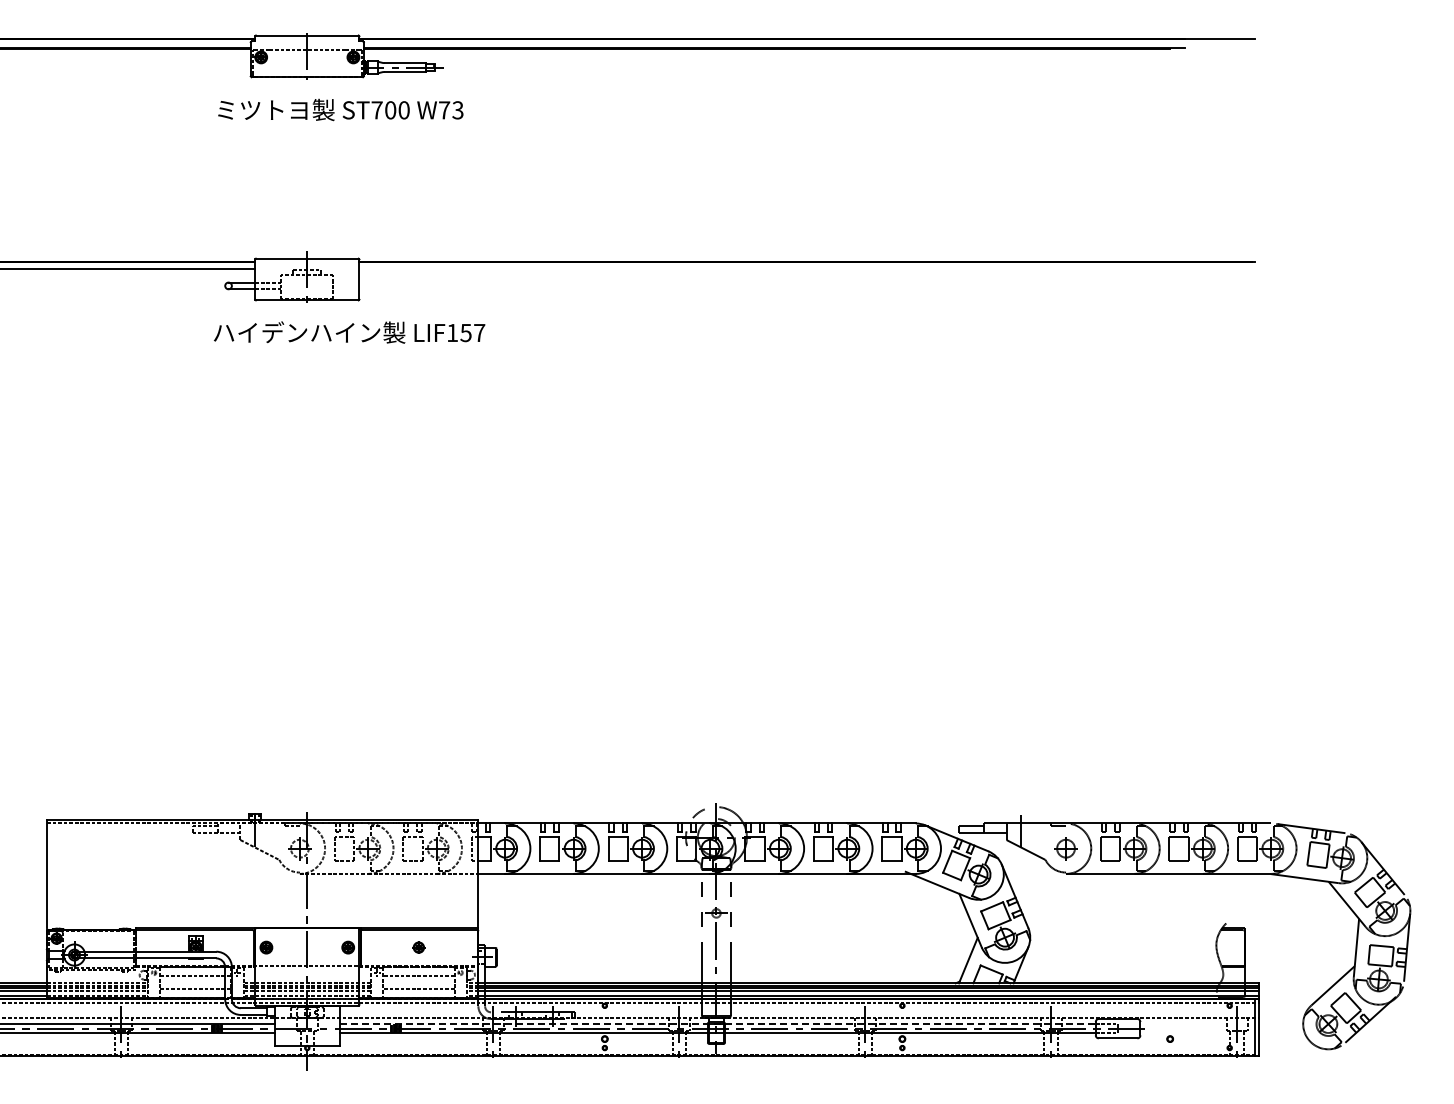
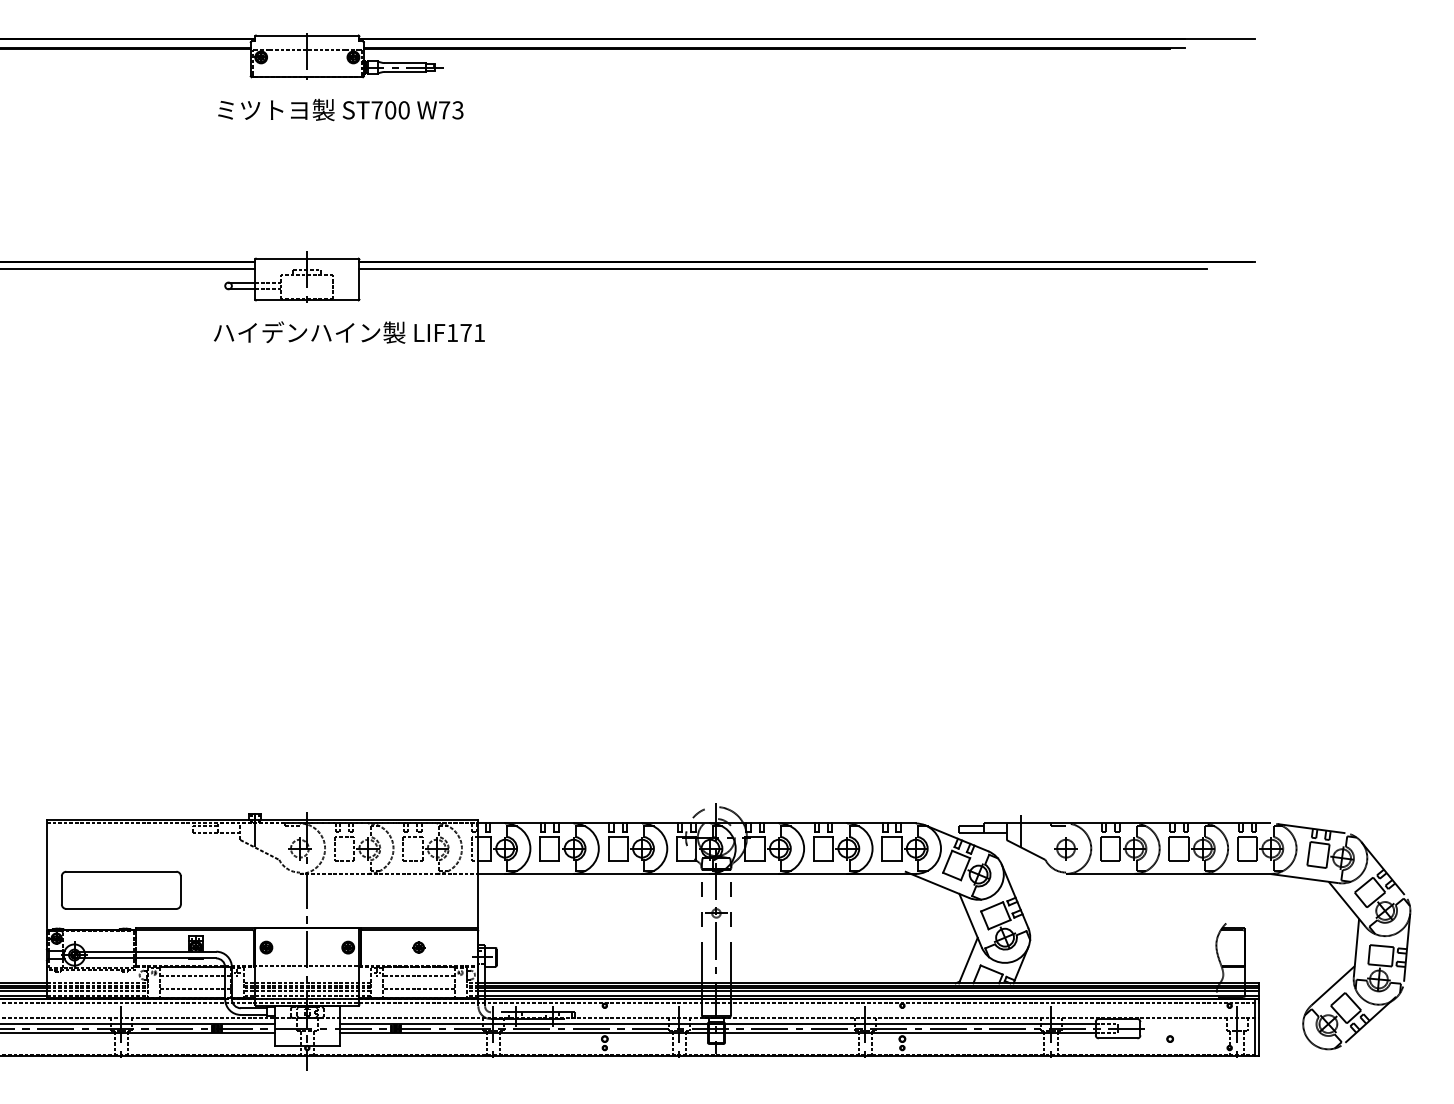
line at (783, 269): none -> present
text at (472, 333): LIF157 -> LIF171
part at (121, 889): none -> present
line at (717, 1024): dashed -> solid
